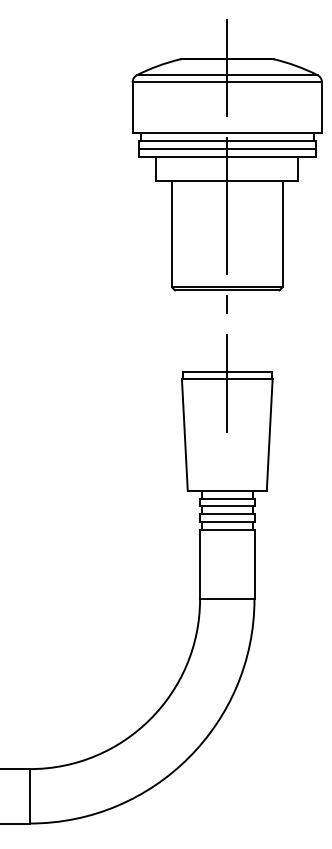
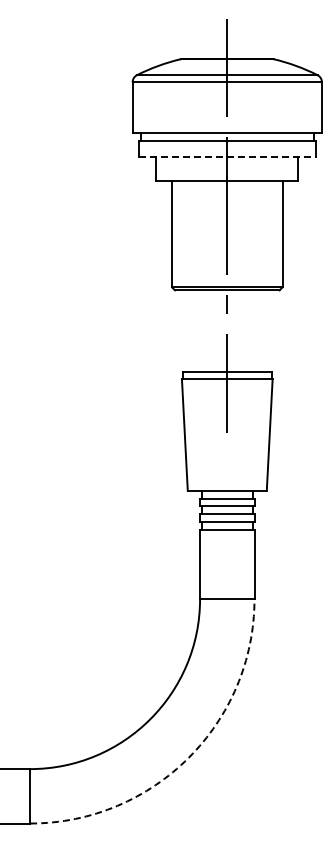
line at (227, 149): present -> none
line at (227, 157): solid -> dashed
arc at (188, 757): solid -> dashed
